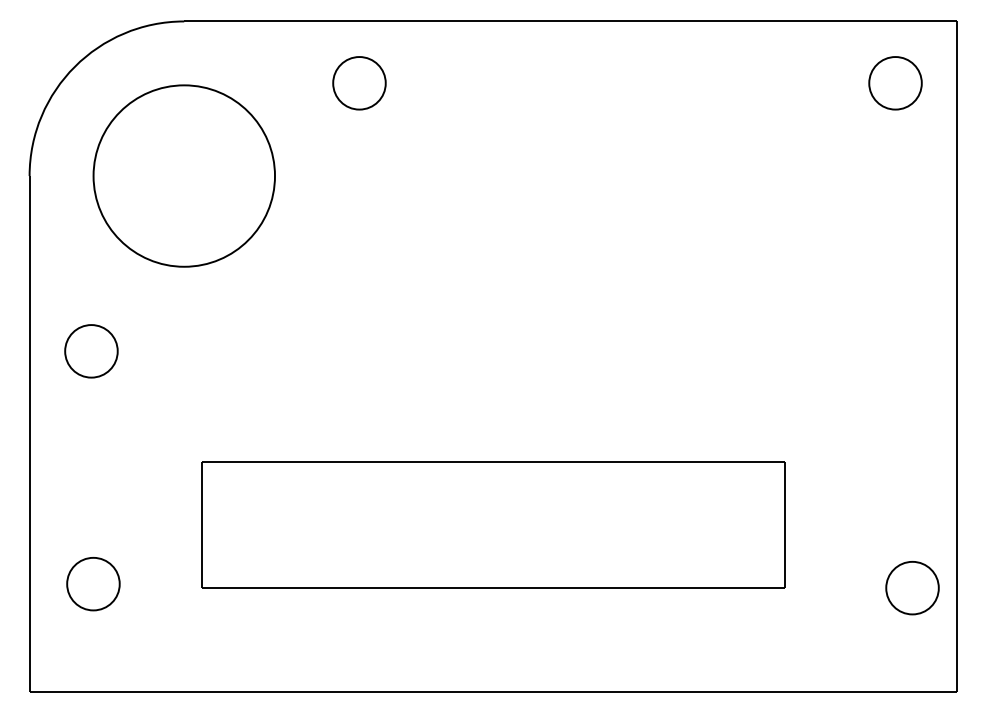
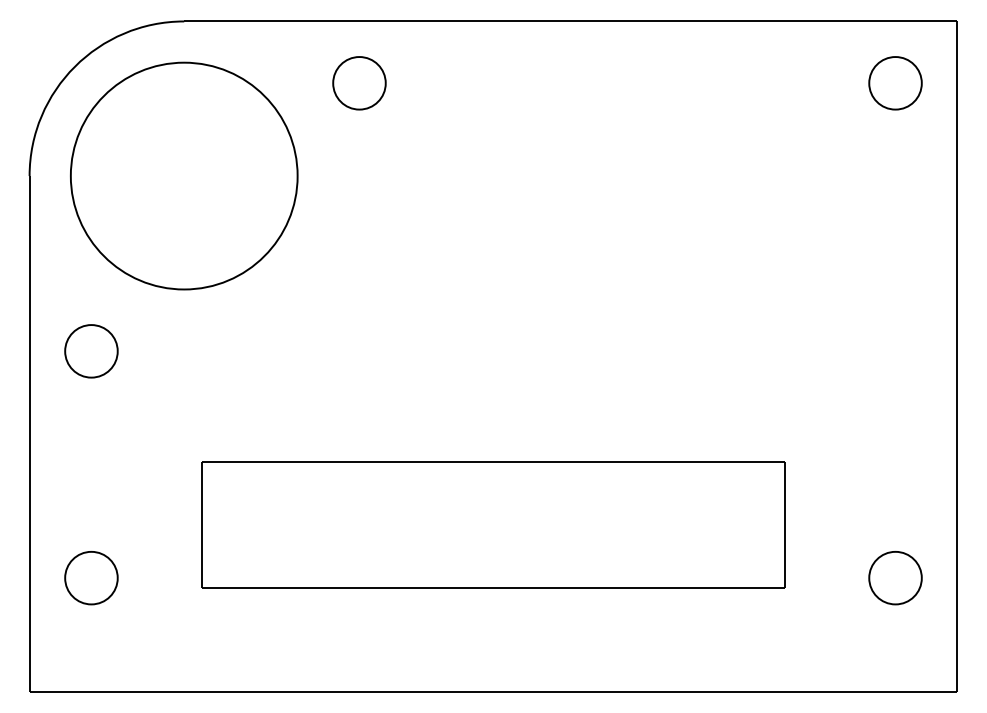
part at (183, 175) size: 184x184 px -> 229x230 px
part at (93, 584) position: (93, 584) -> (91, 578)
part at (912, 588) position: (912, 588) -> (895, 578)
